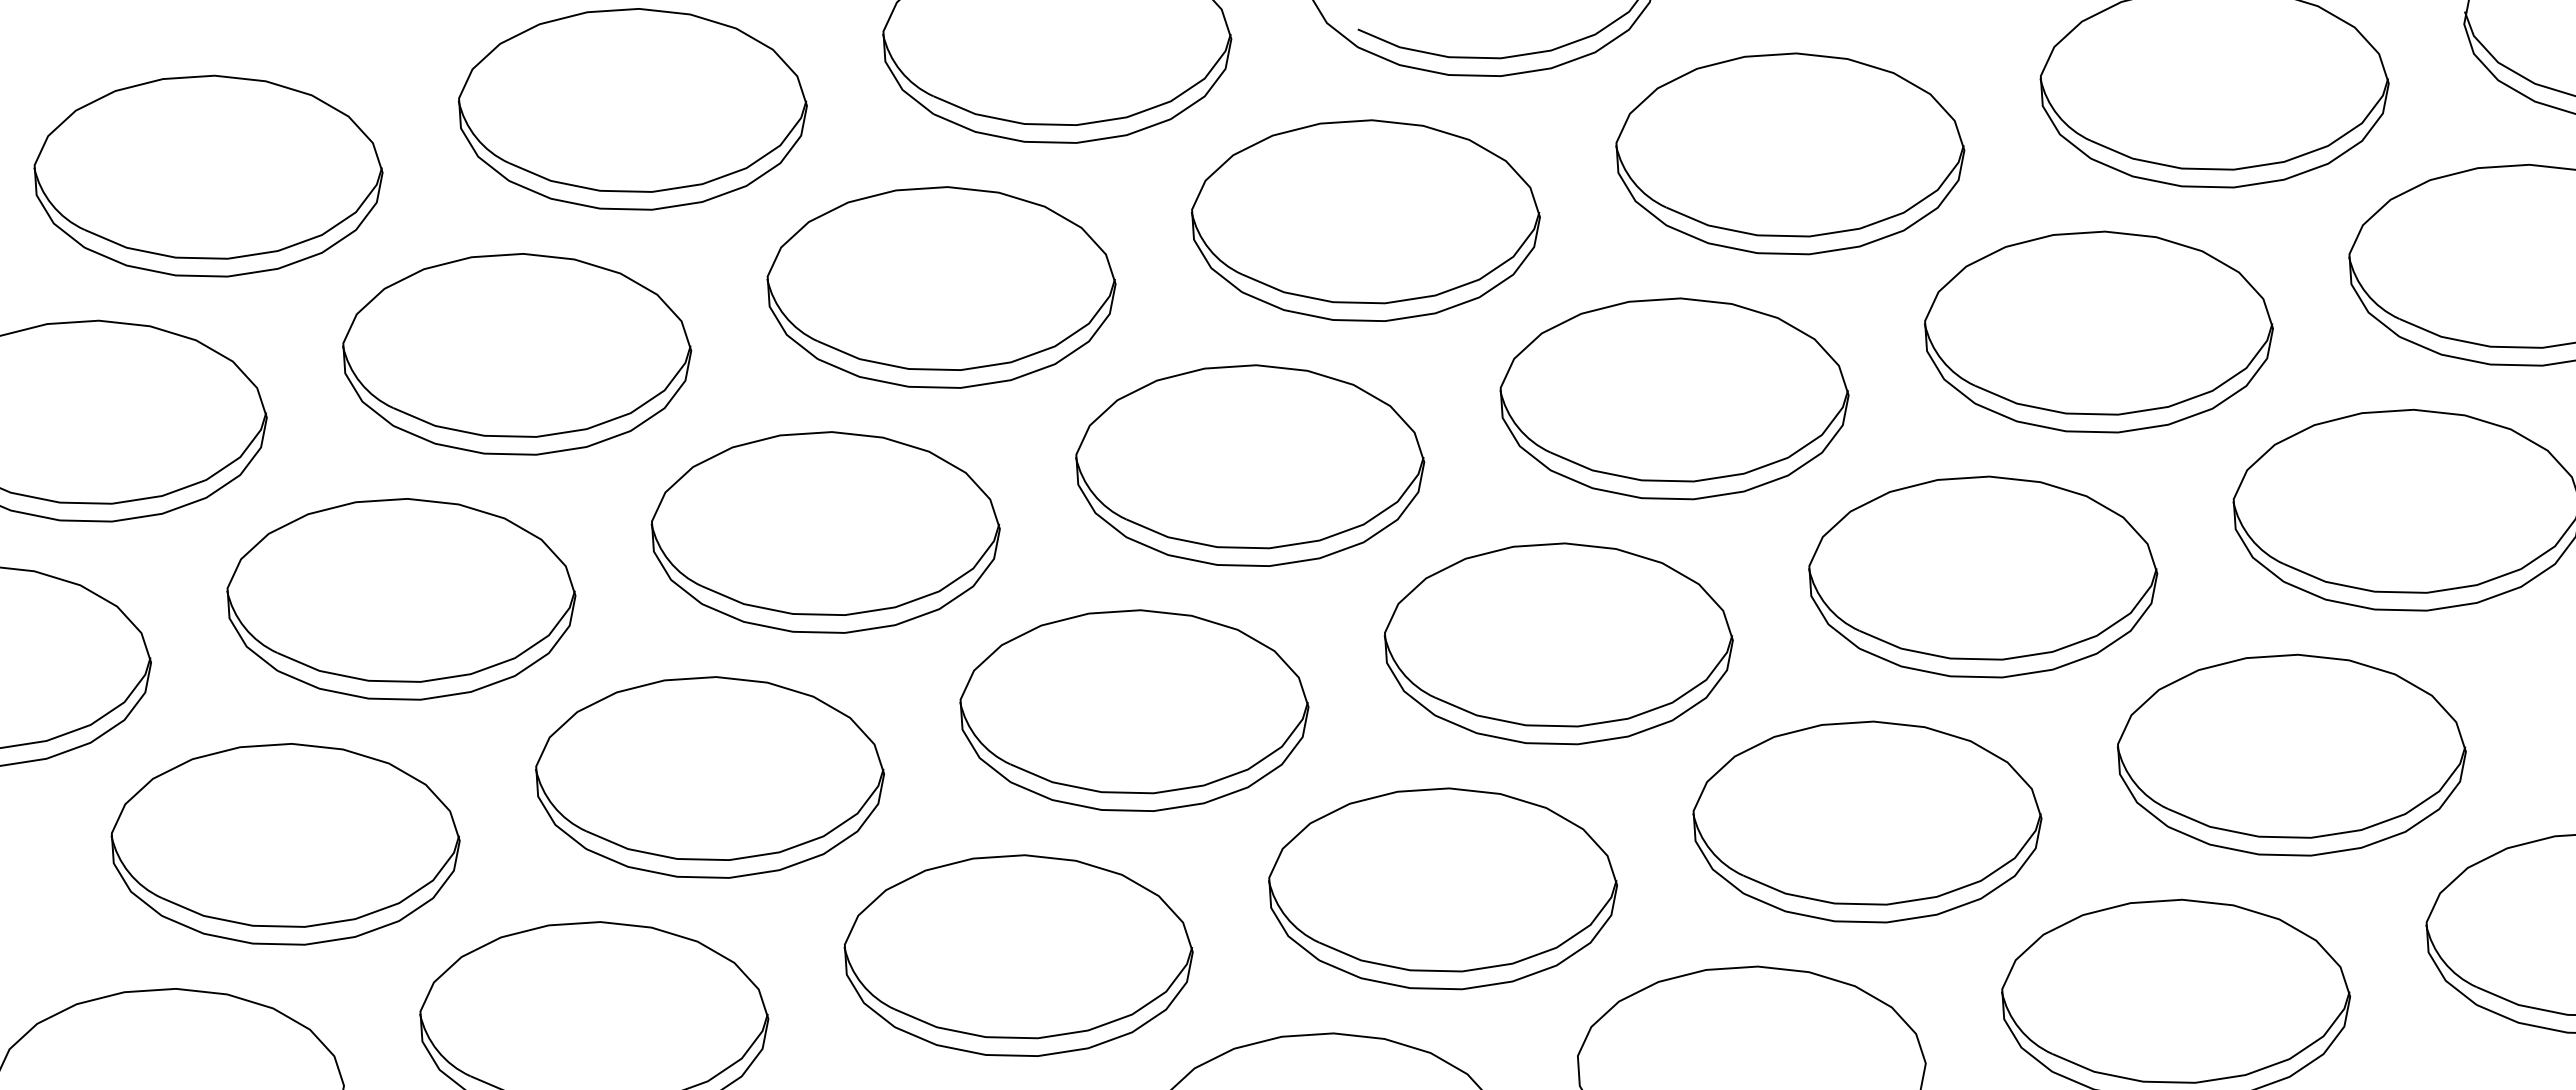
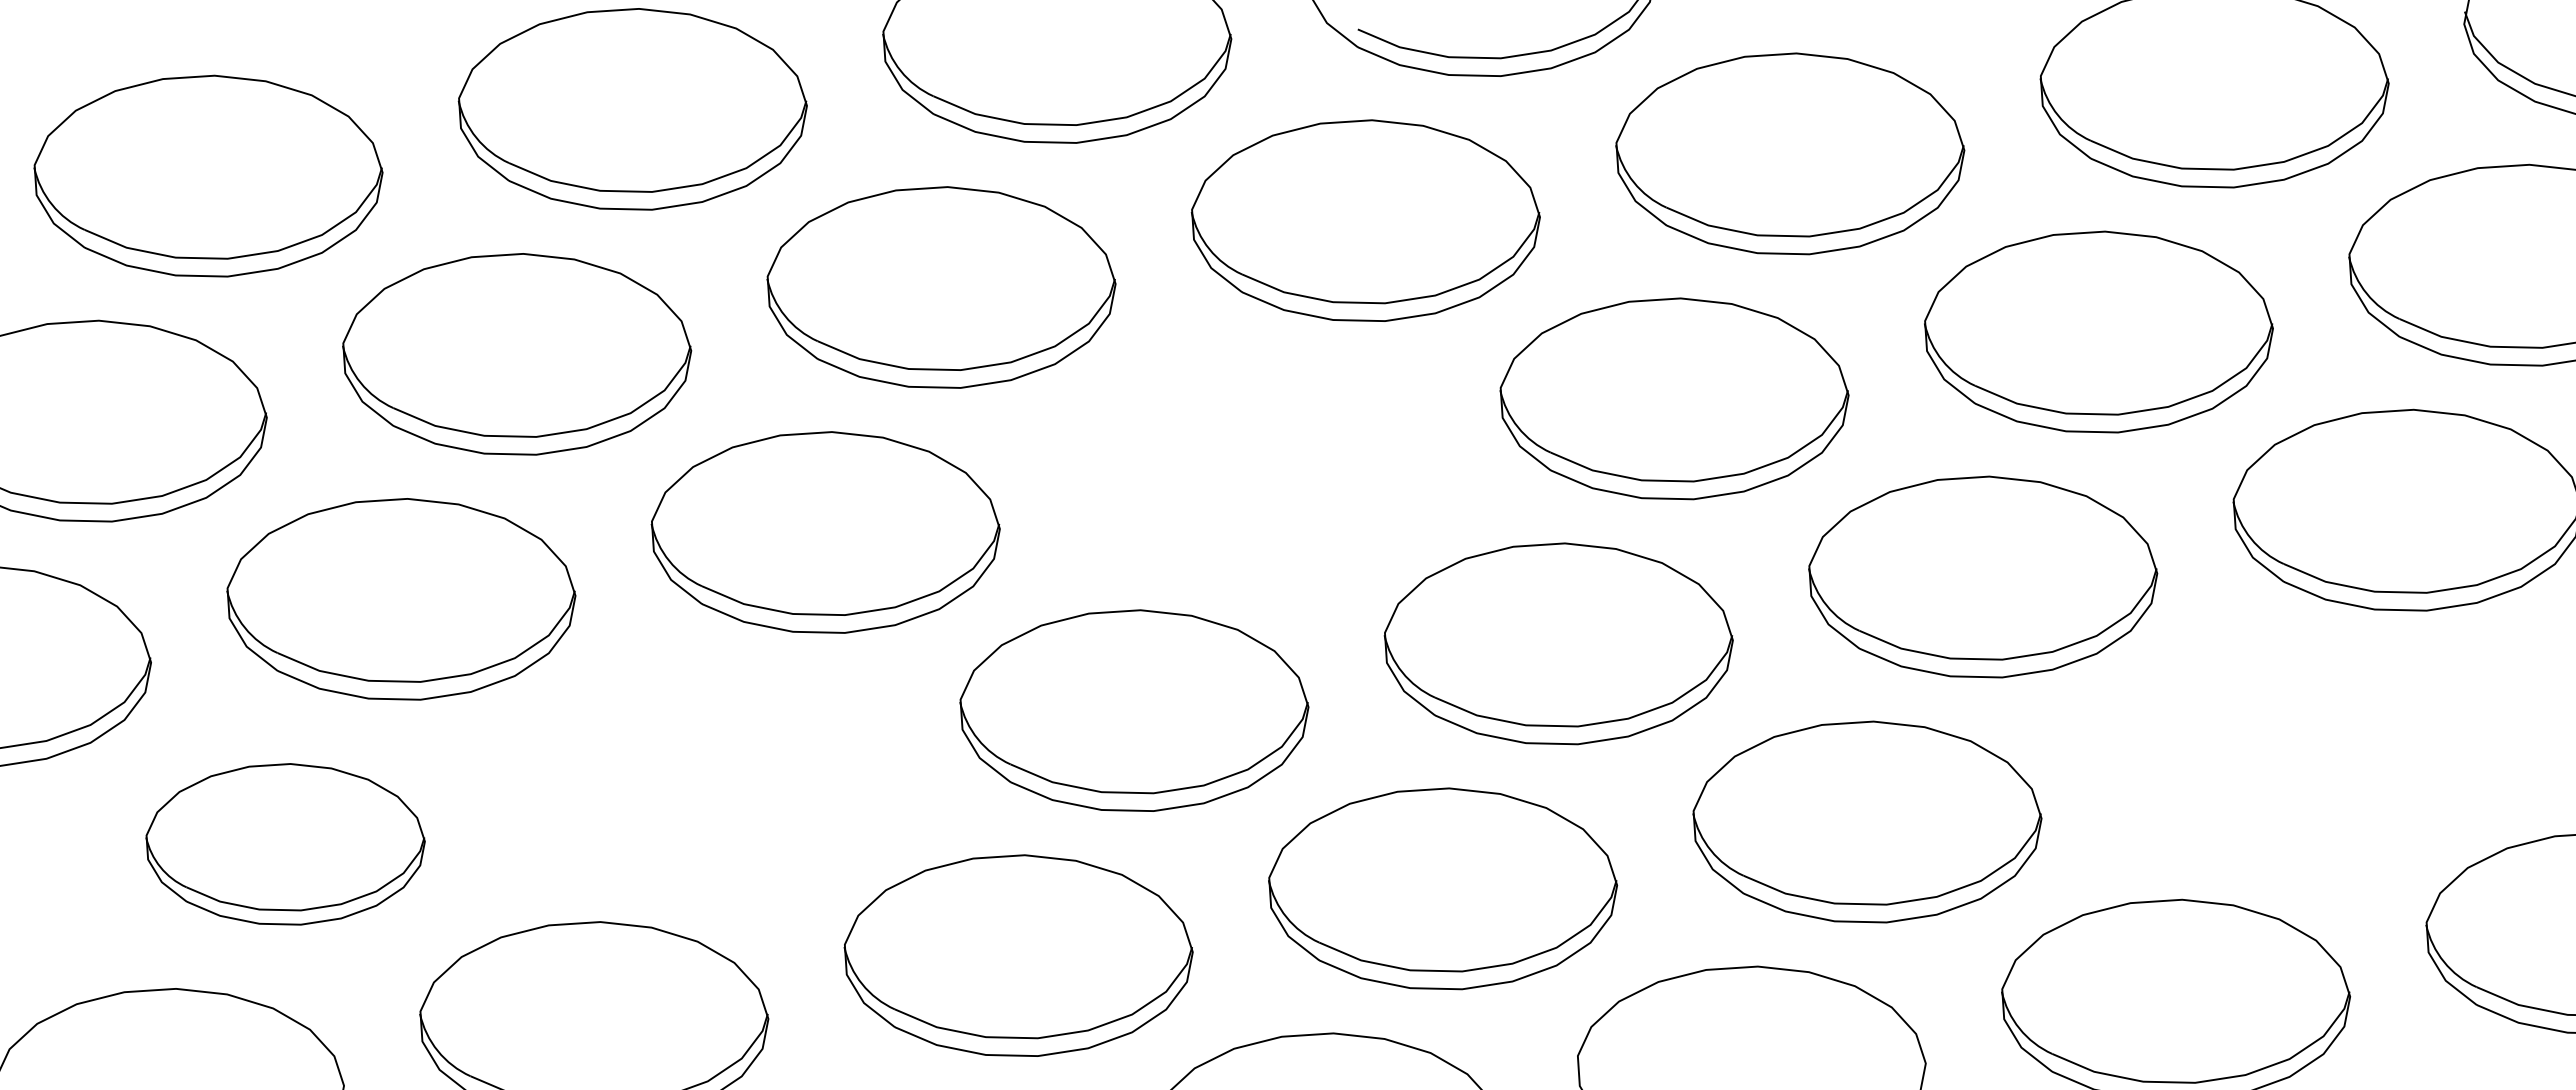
part at (1250, 465): present -> none
part at (2291, 754): present -> none
part at (709, 777): present -> none
part at (285, 844) size: 351x203 px -> 281x163 px
